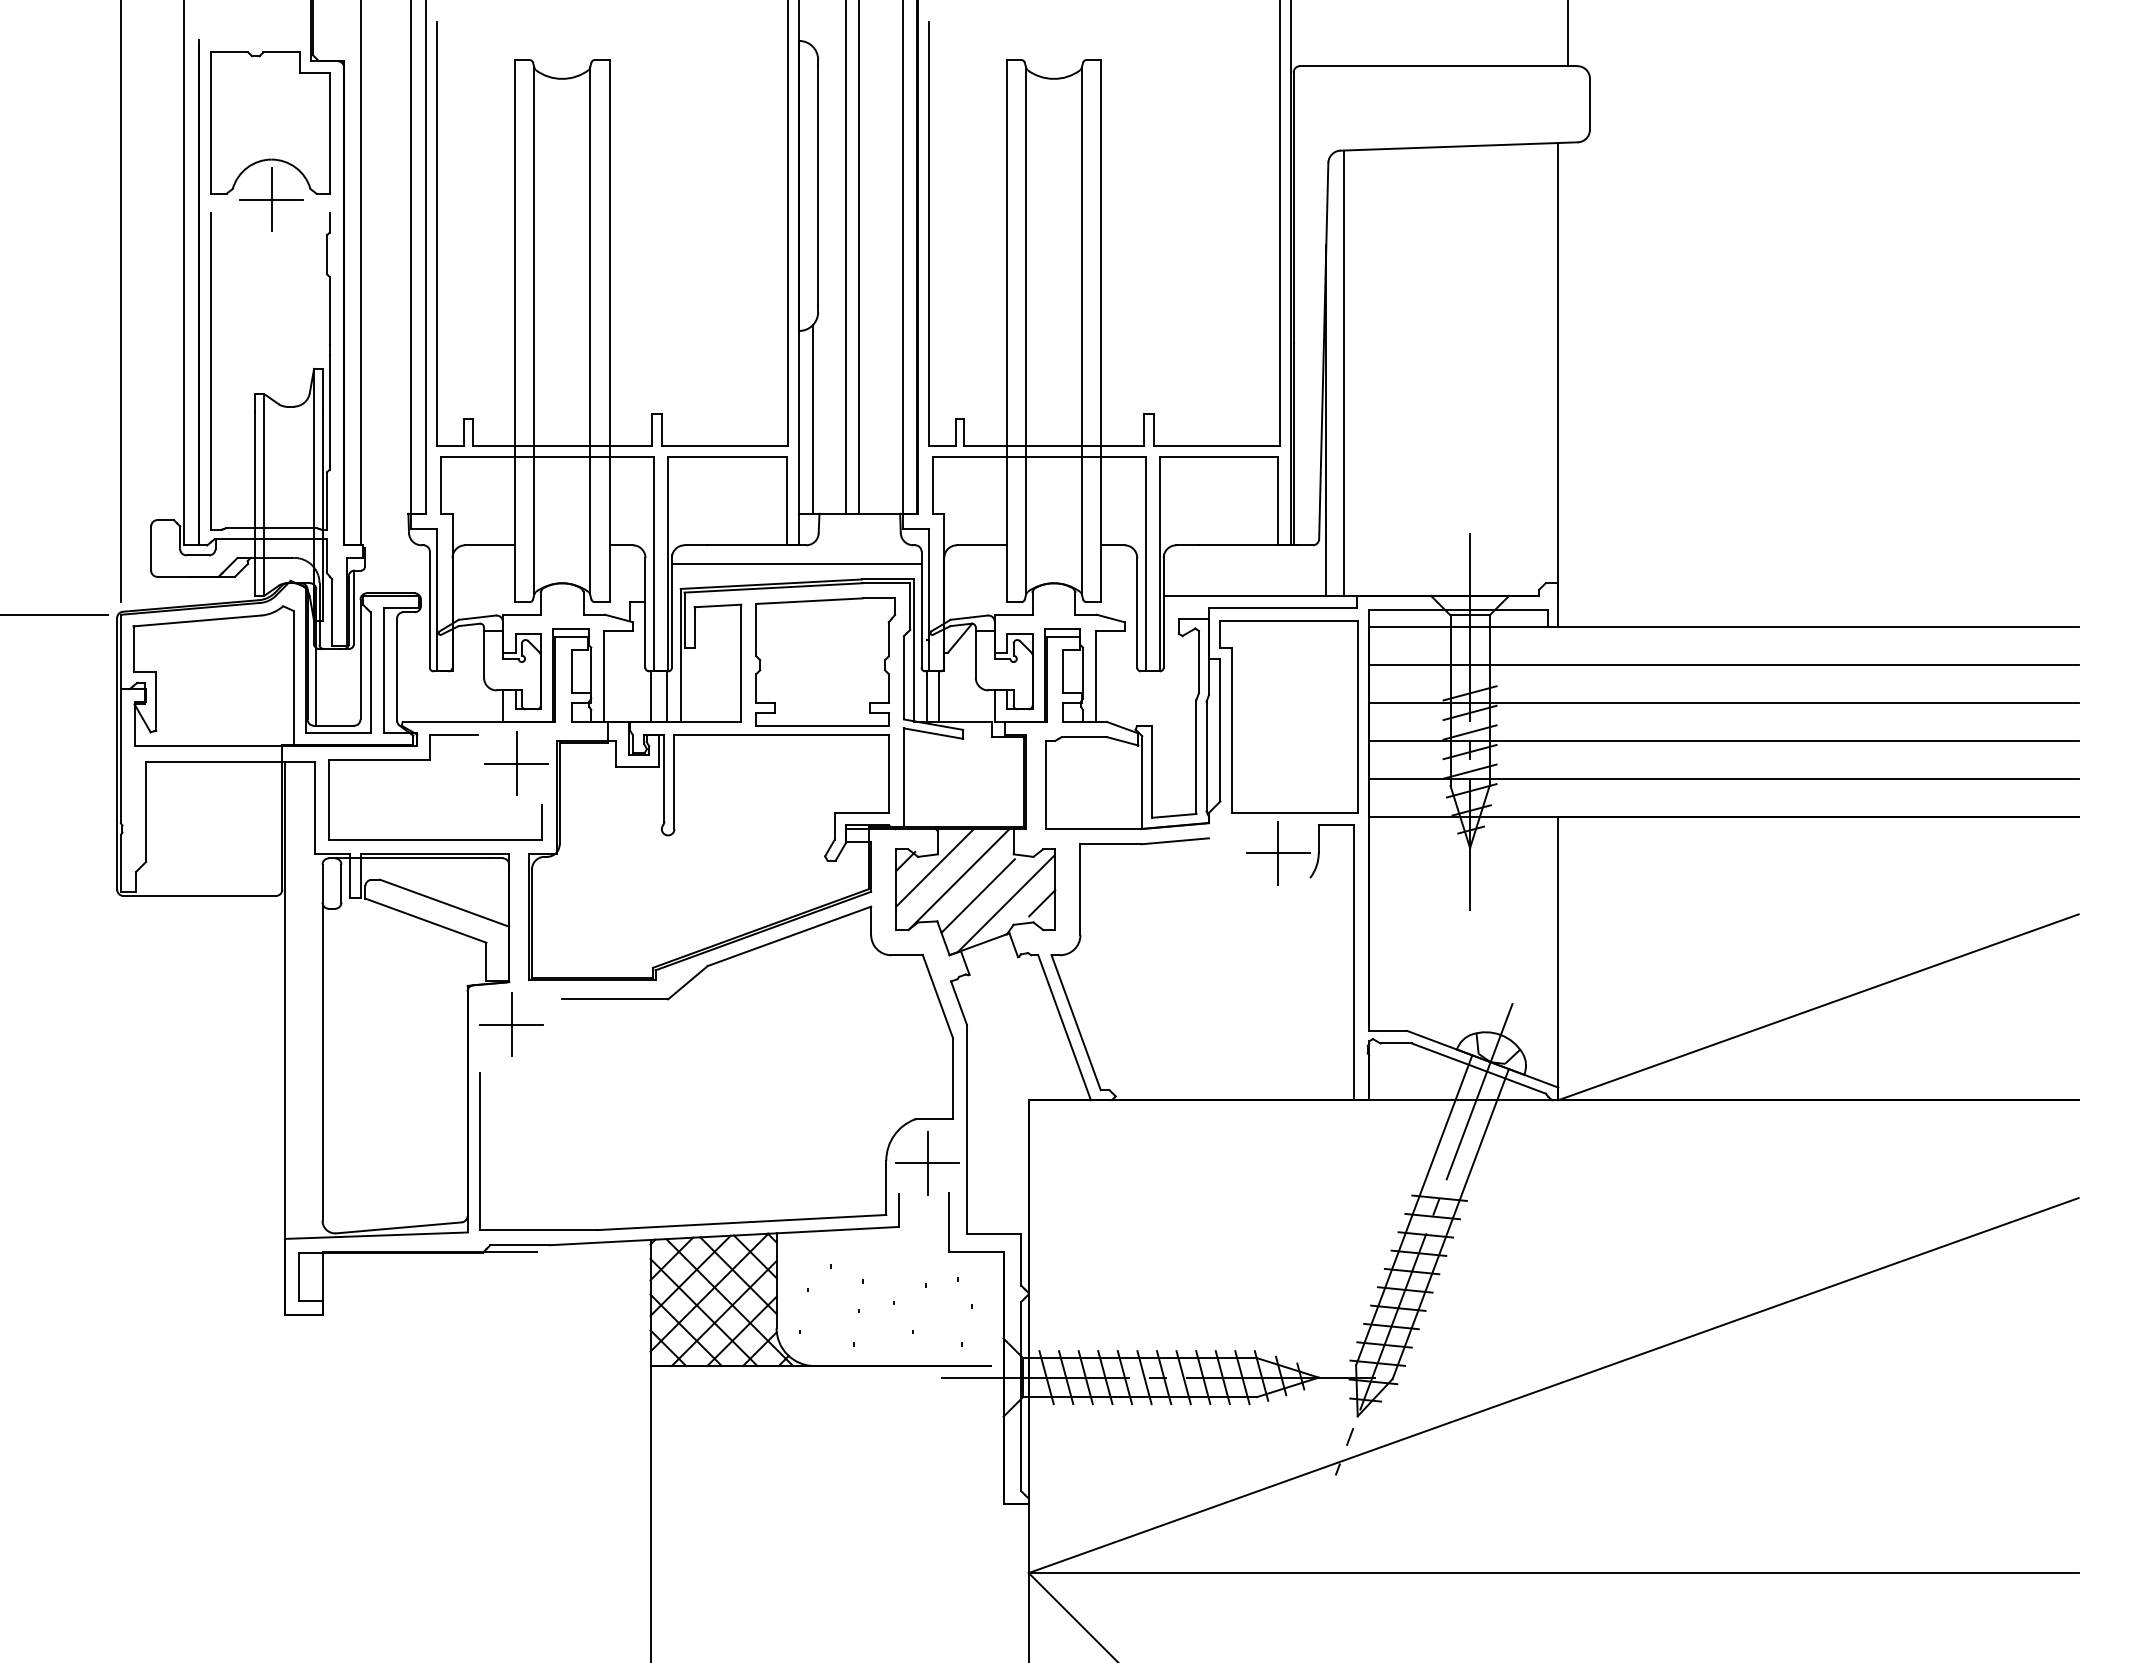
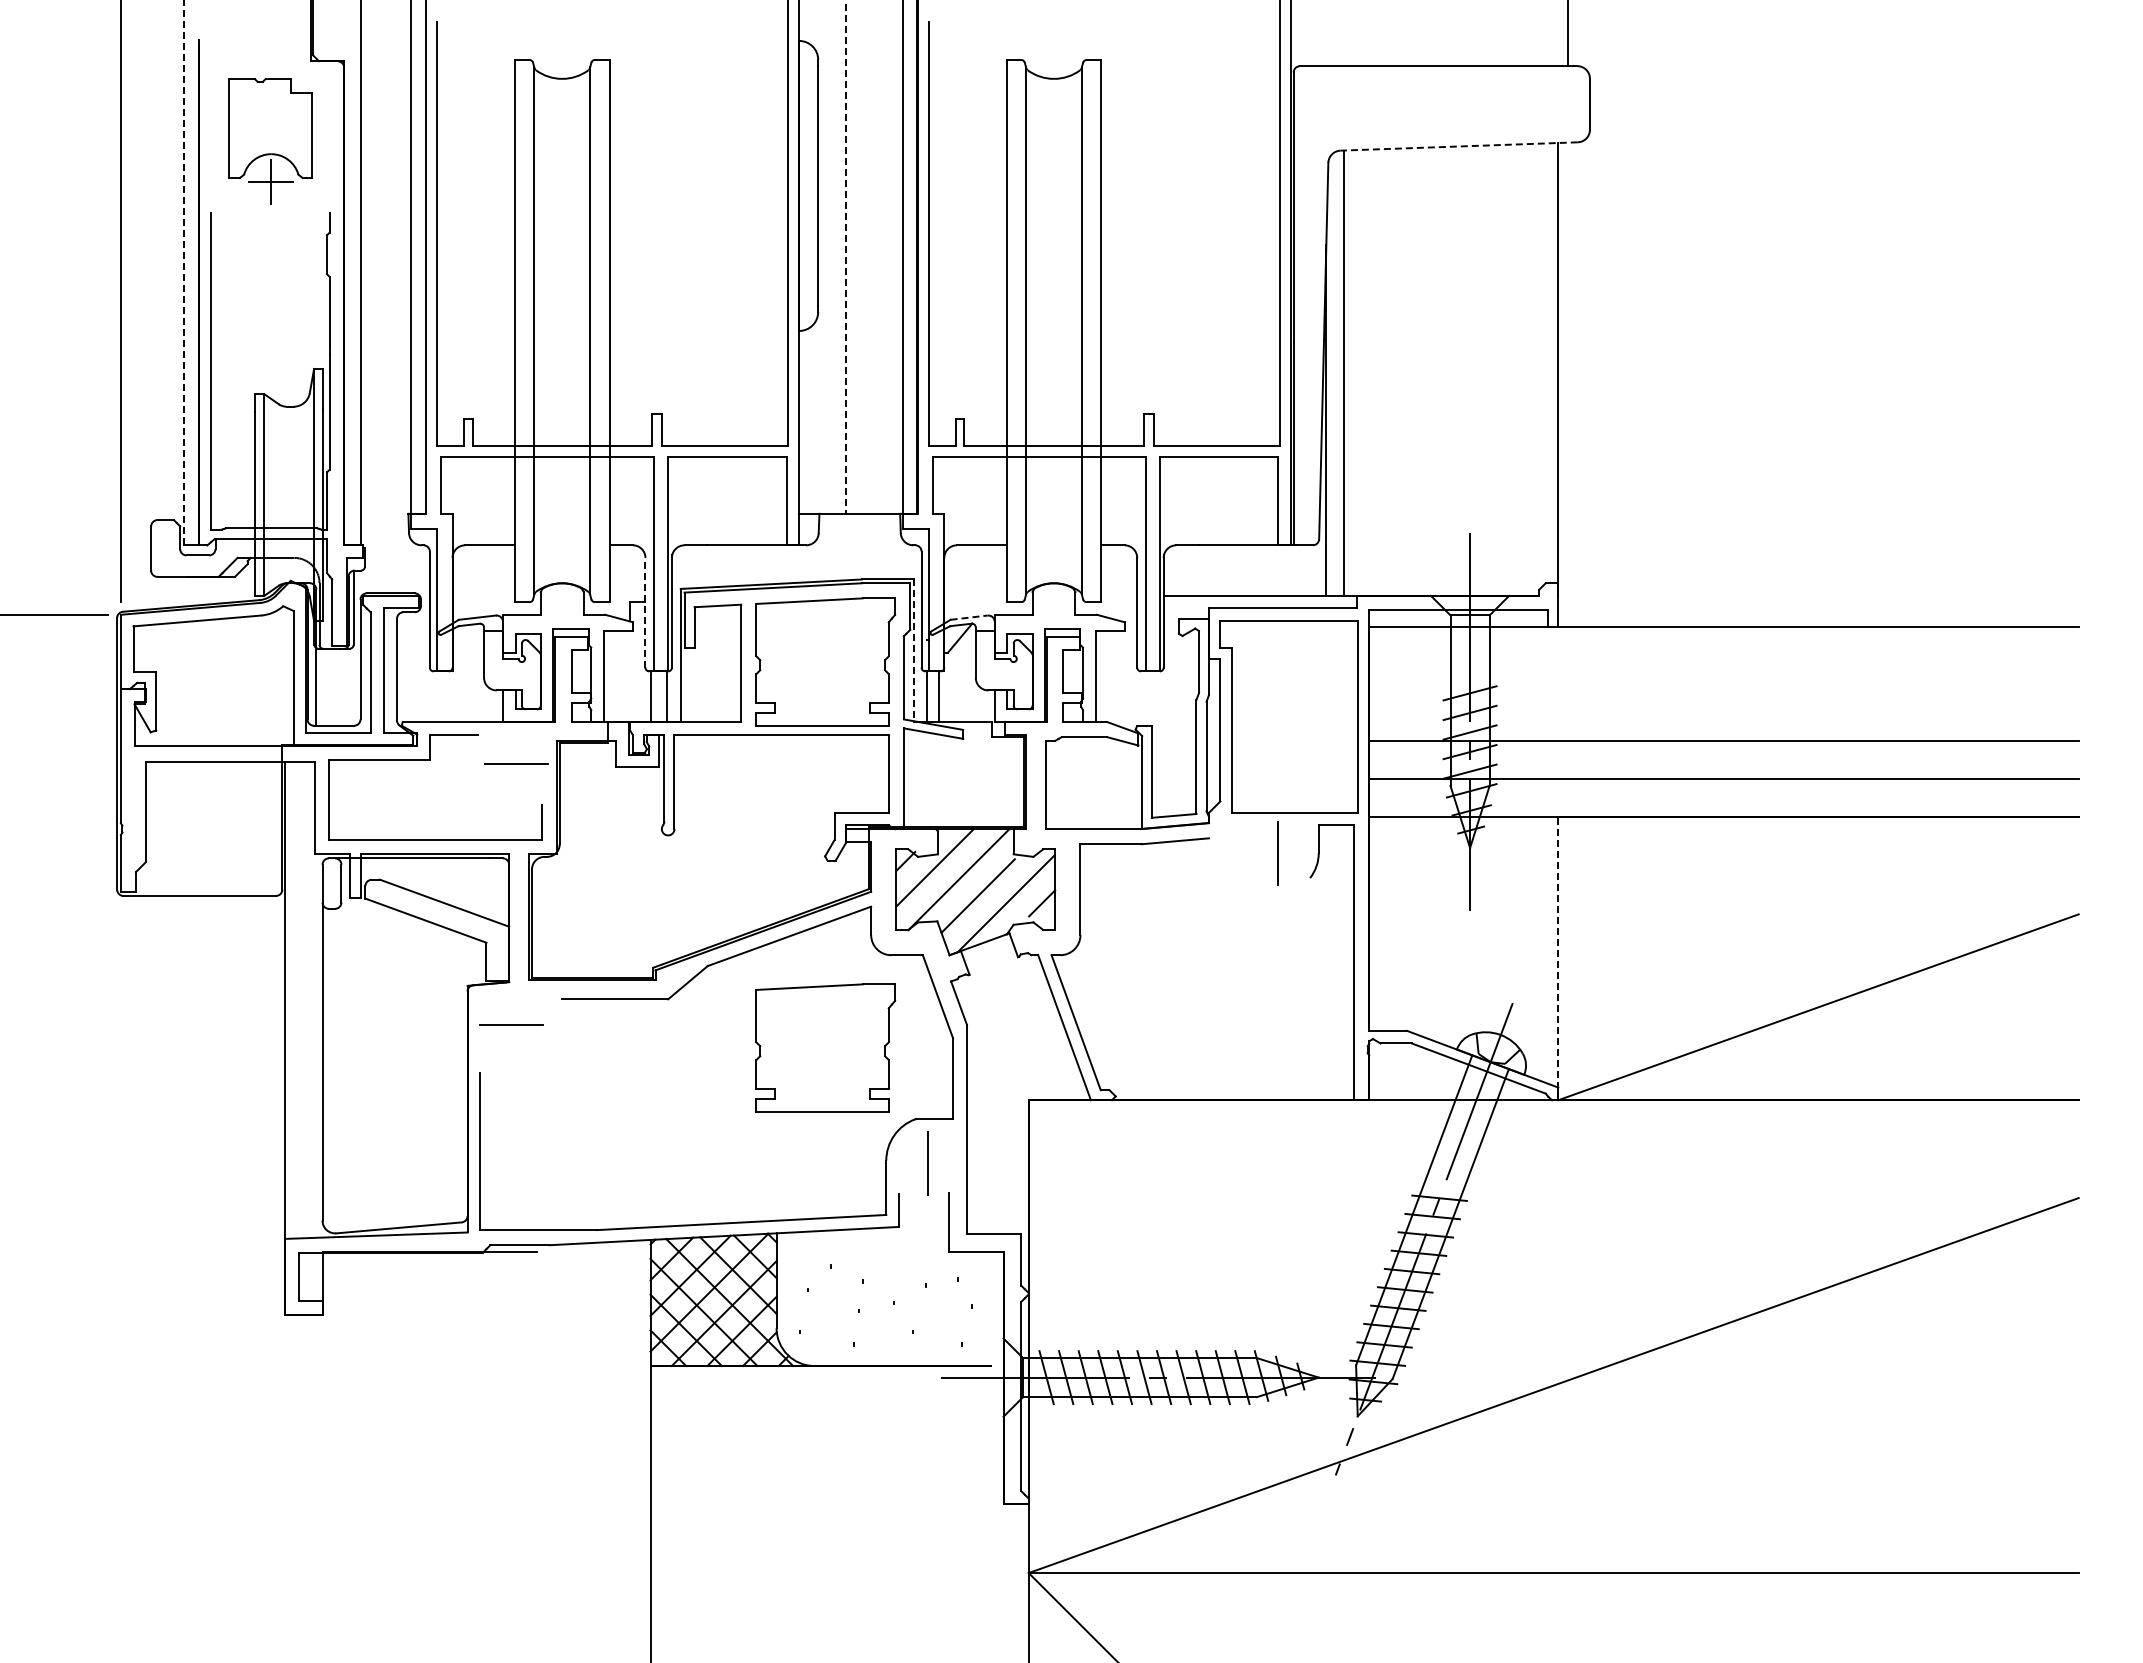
part at (270, 141) size: 121x181 px -> 85x127 px
line at (1459, 146): solid -> dashed
line at (845, 256): solid -> dashed
line at (858, 257): present -> none
line at (183, 272): solid -> dashed
line at (813, 418): present -> none
line at (796, 564): present -> none
line at (645, 612): solid -> dashed
line at (969, 617): solid -> dashed
line at (914, 651): solid -> dashed
line at (1723, 665): present -> none
line at (1723, 703): present -> none
line at (516, 763): present -> none
line at (1277, 853): present -> none
line at (1558, 958): solid -> dashed
line at (511, 1024): present -> none
part at (825, 1047): none -> present
line at (927, 1163): present -> none
